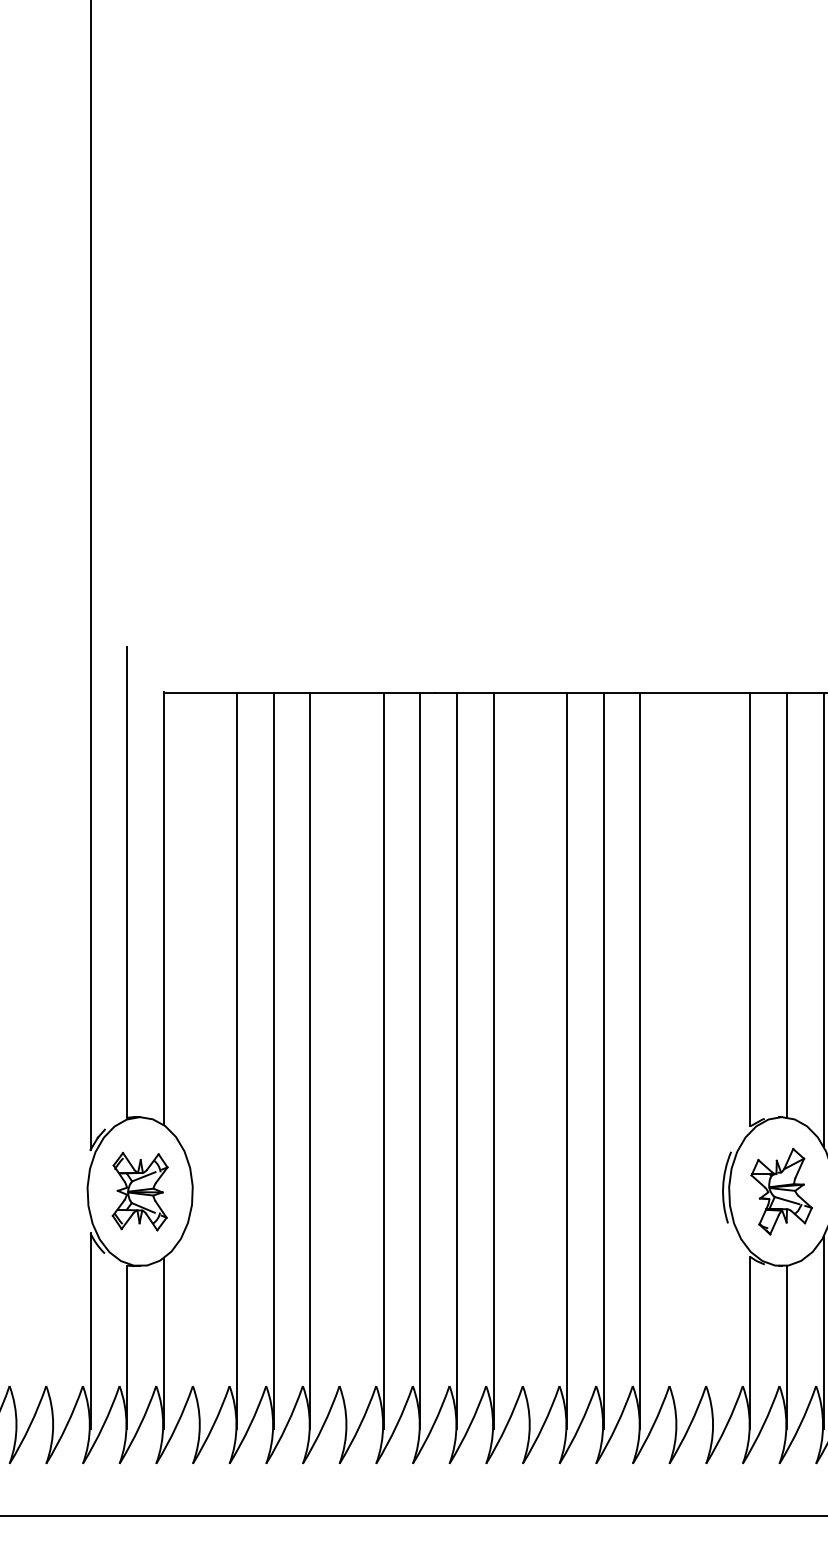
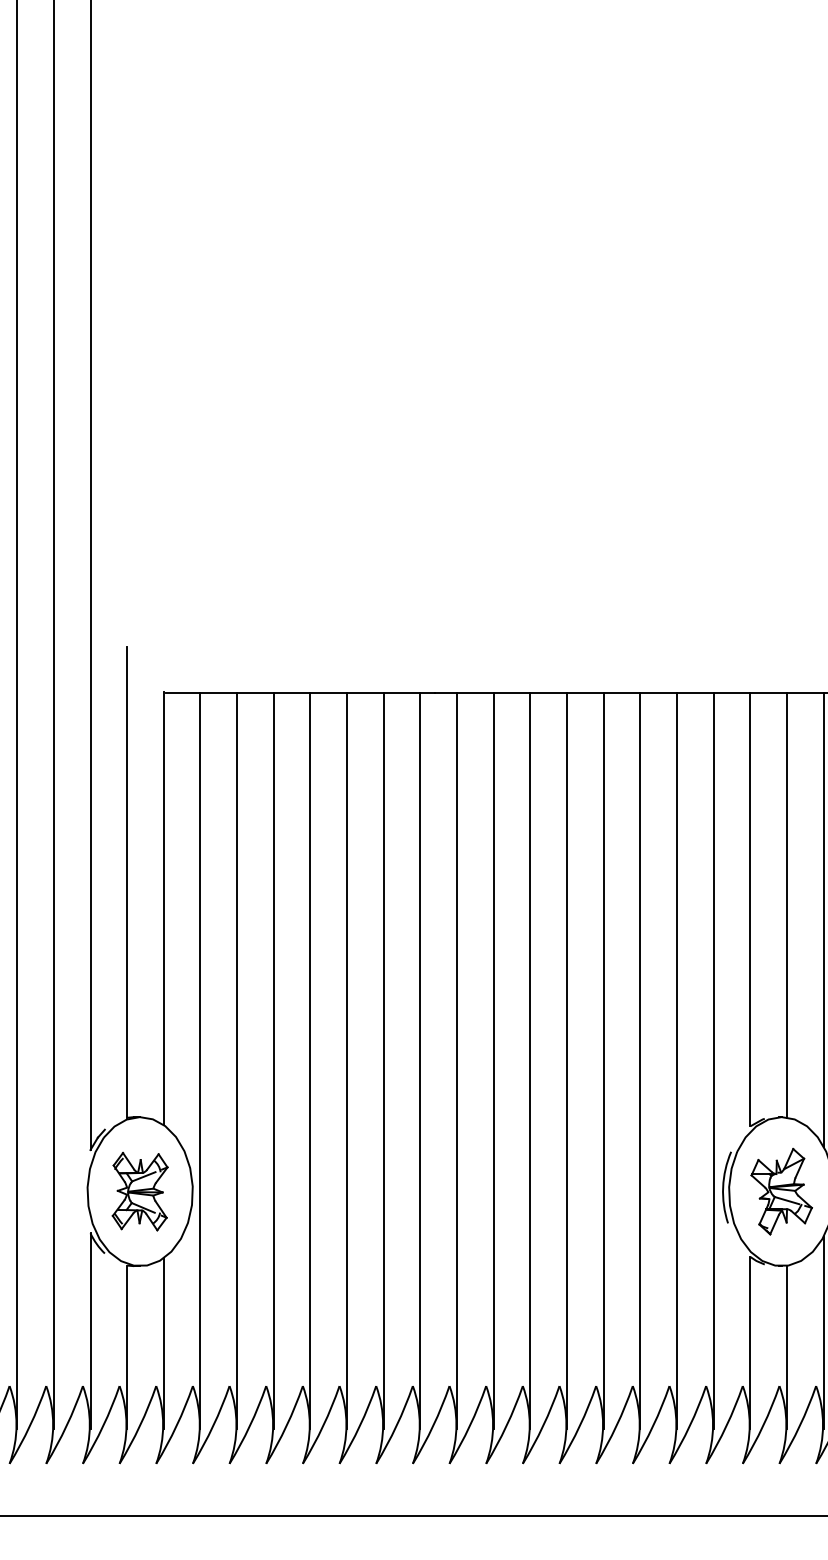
line at (17, 715): none -> present
line at (53, 715): none -> present
line at (200, 1060): none -> present
line at (347, 1060): none -> present
line at (530, 1060): none -> present
line at (677, 1060): none -> present
line at (713, 1060): none -> present
